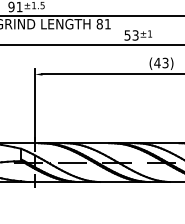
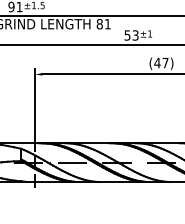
text at (165, 62): (43) -> (47)
